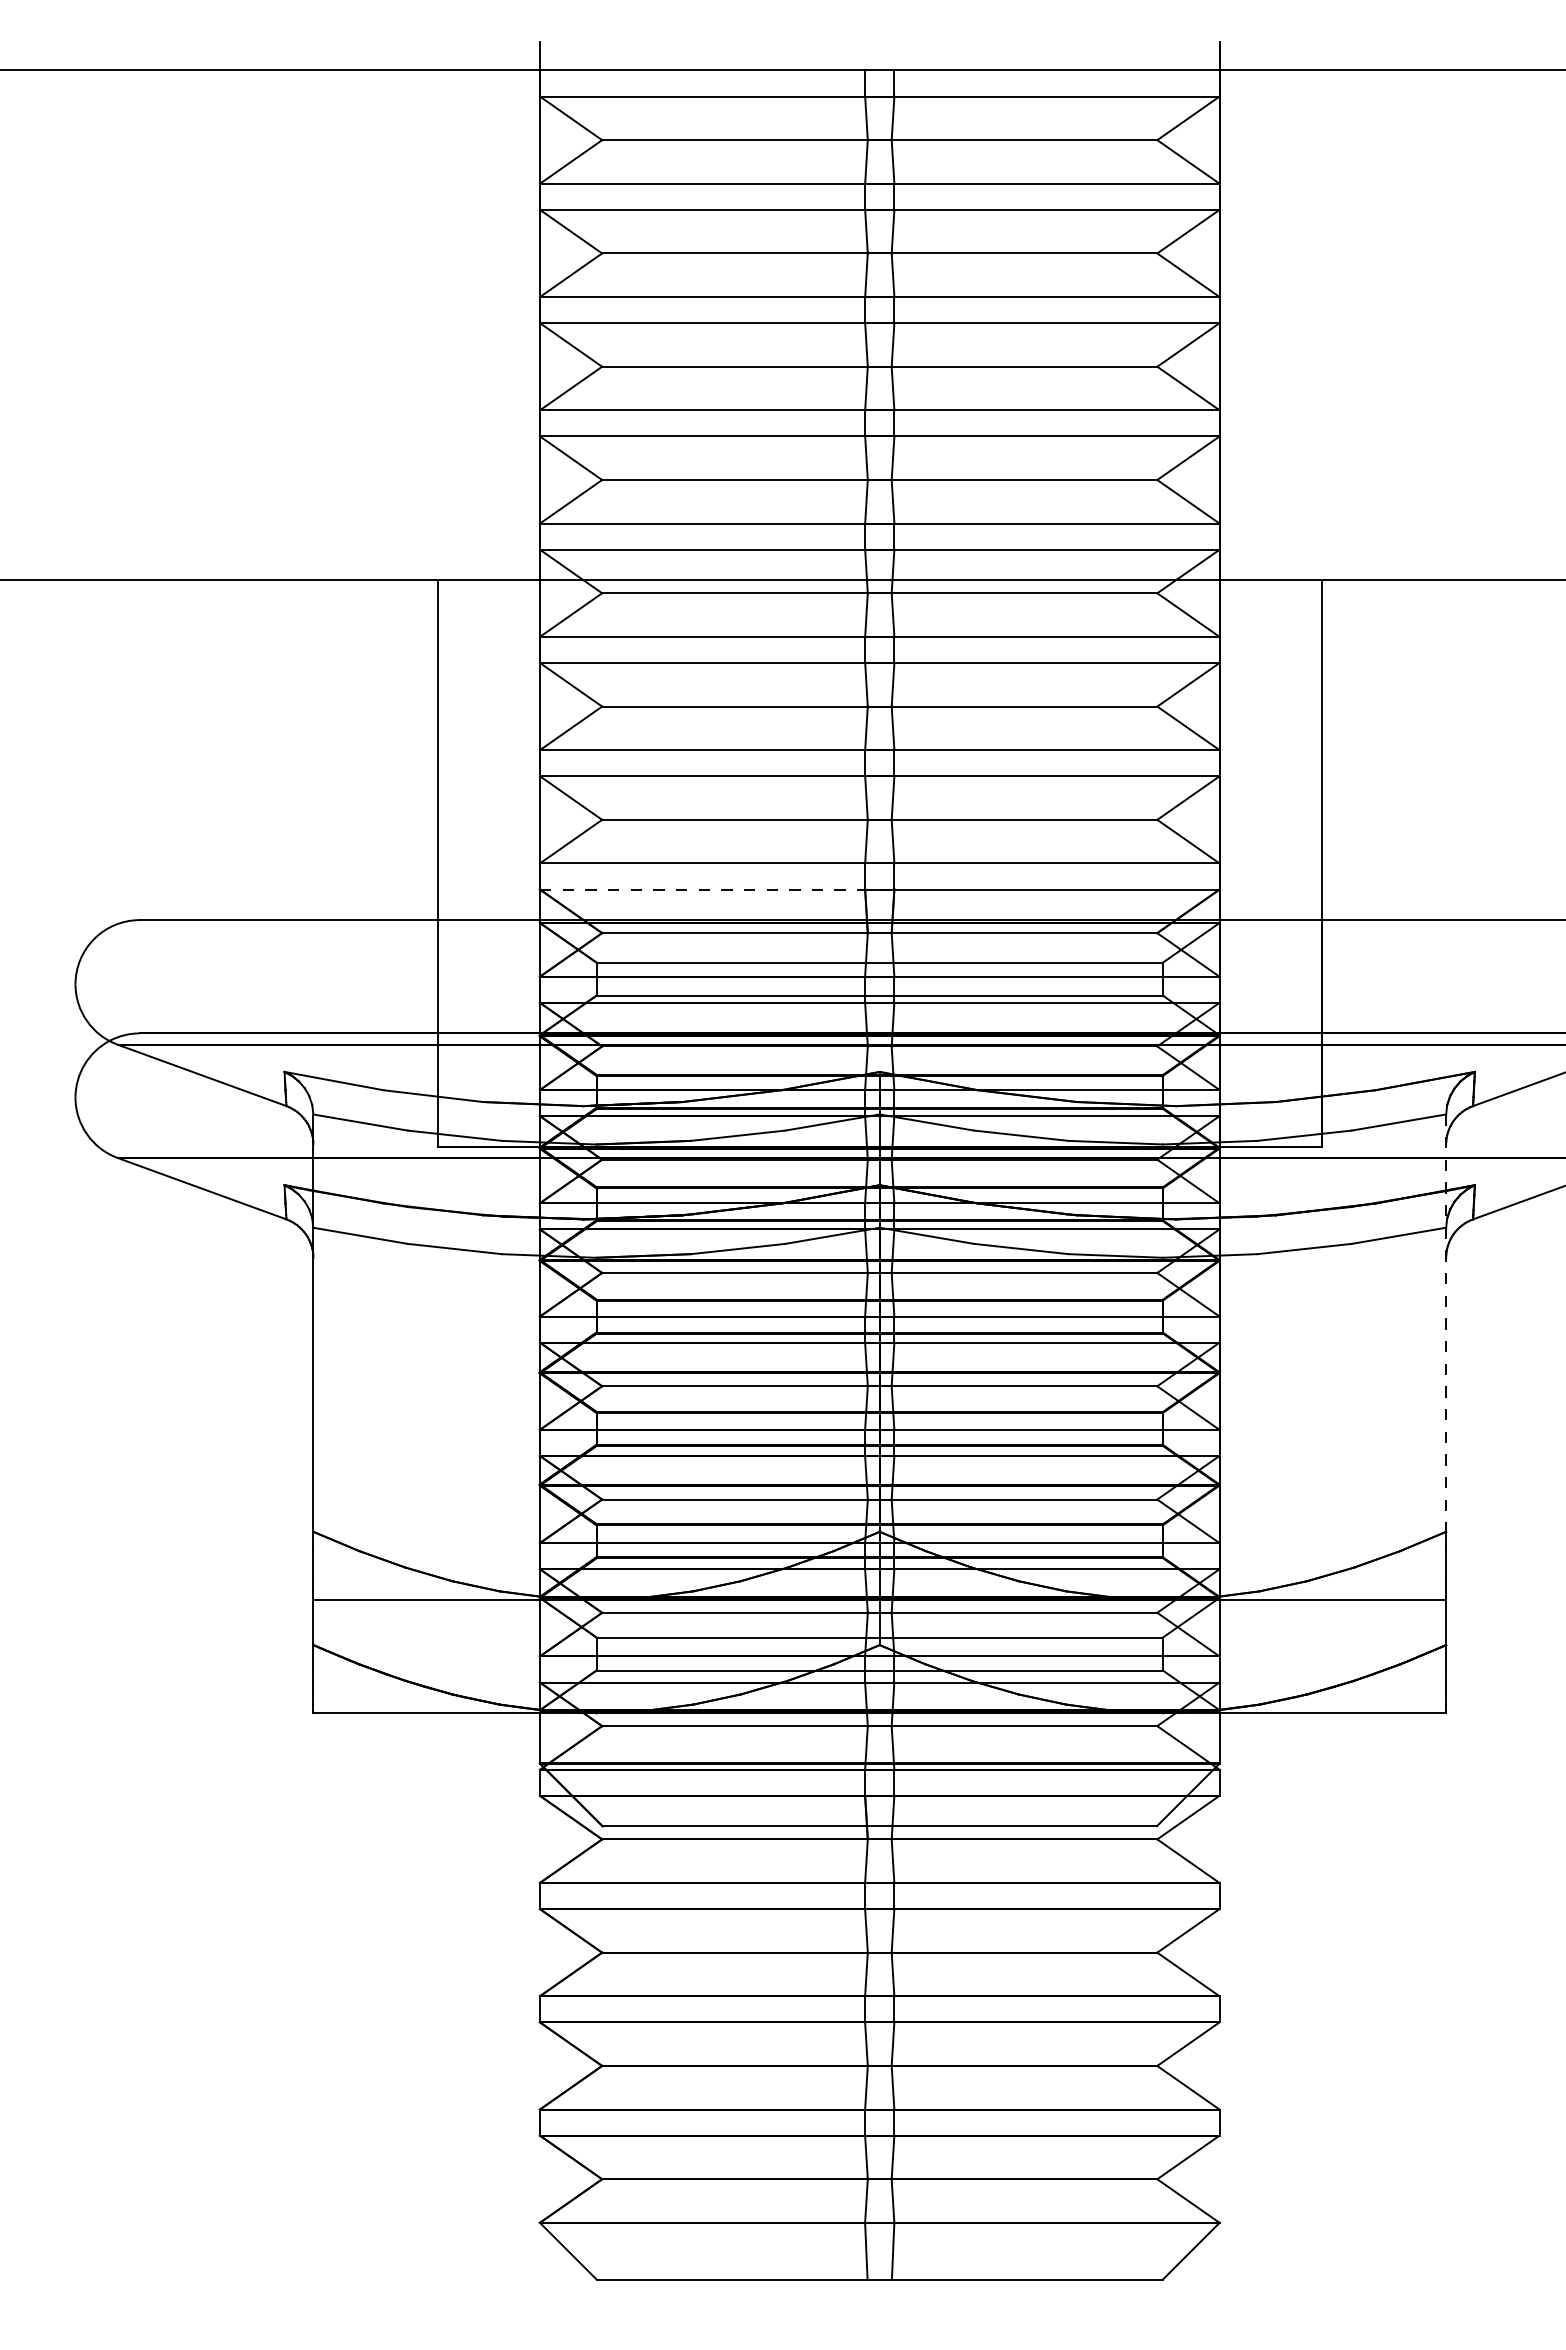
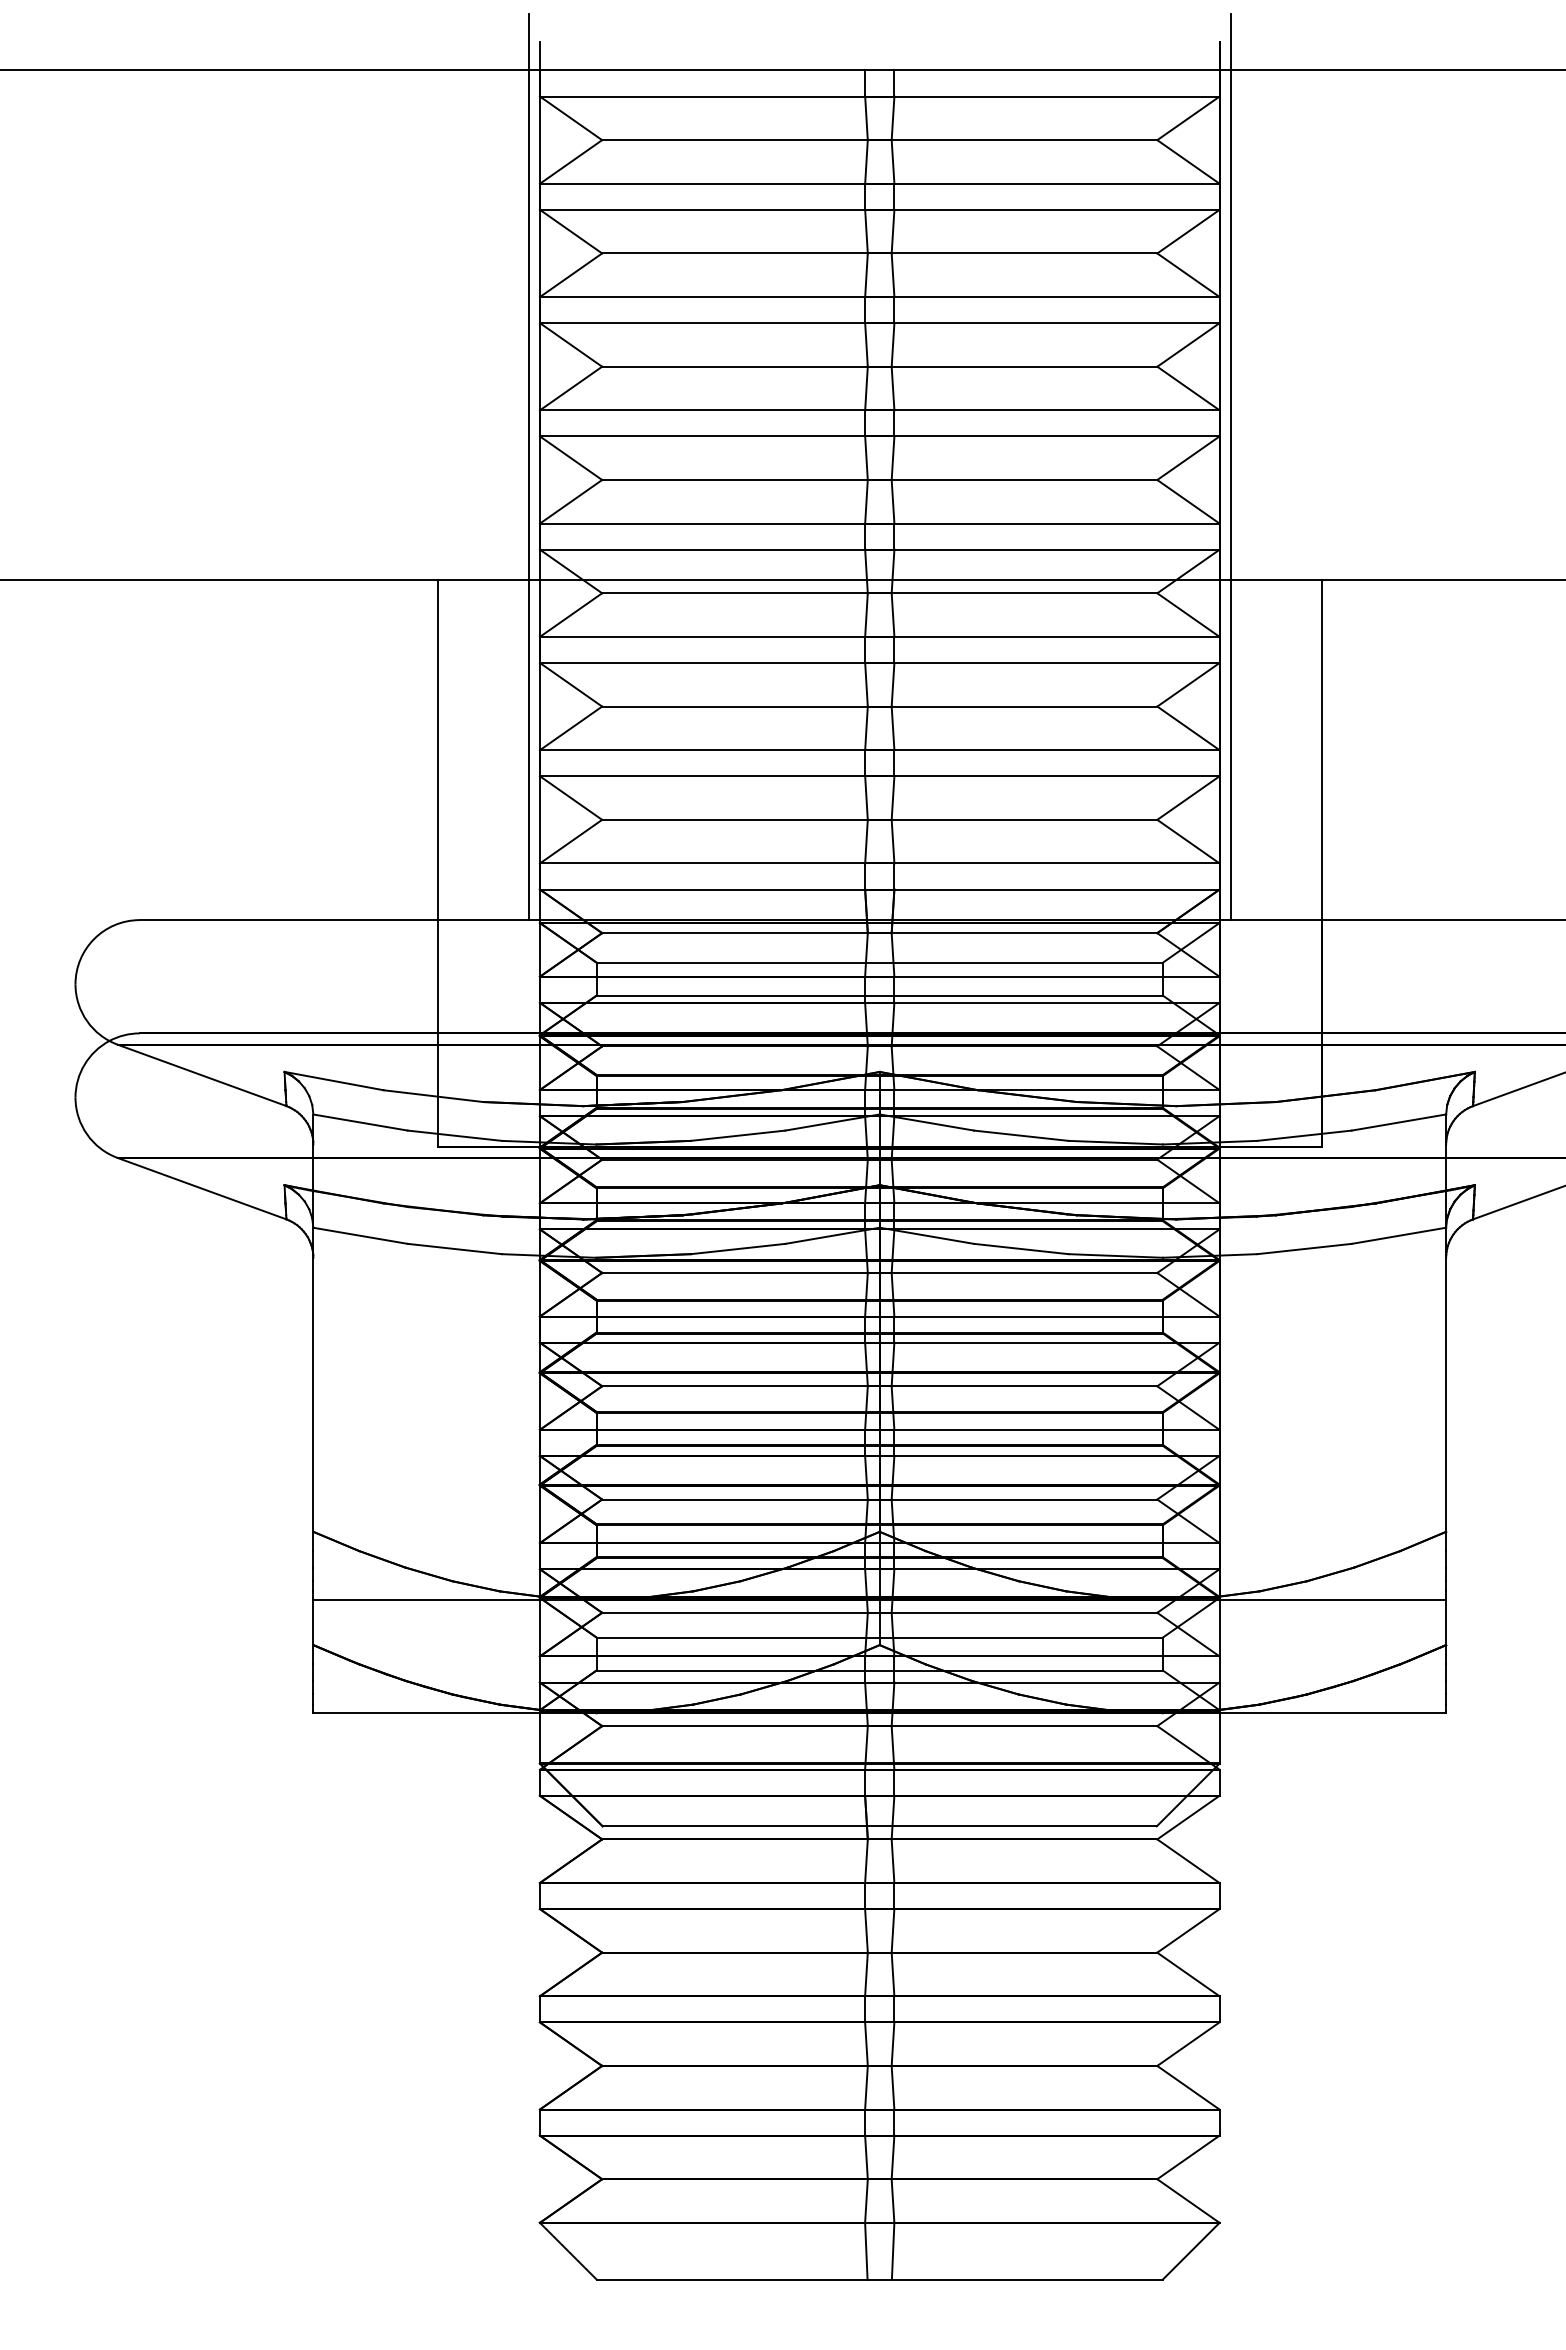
line at (528, 466): none -> present
line at (1230, 466): none -> present
line at (717, 889): dashed -> solid
line at (1446, 1323): dashed -> solid
